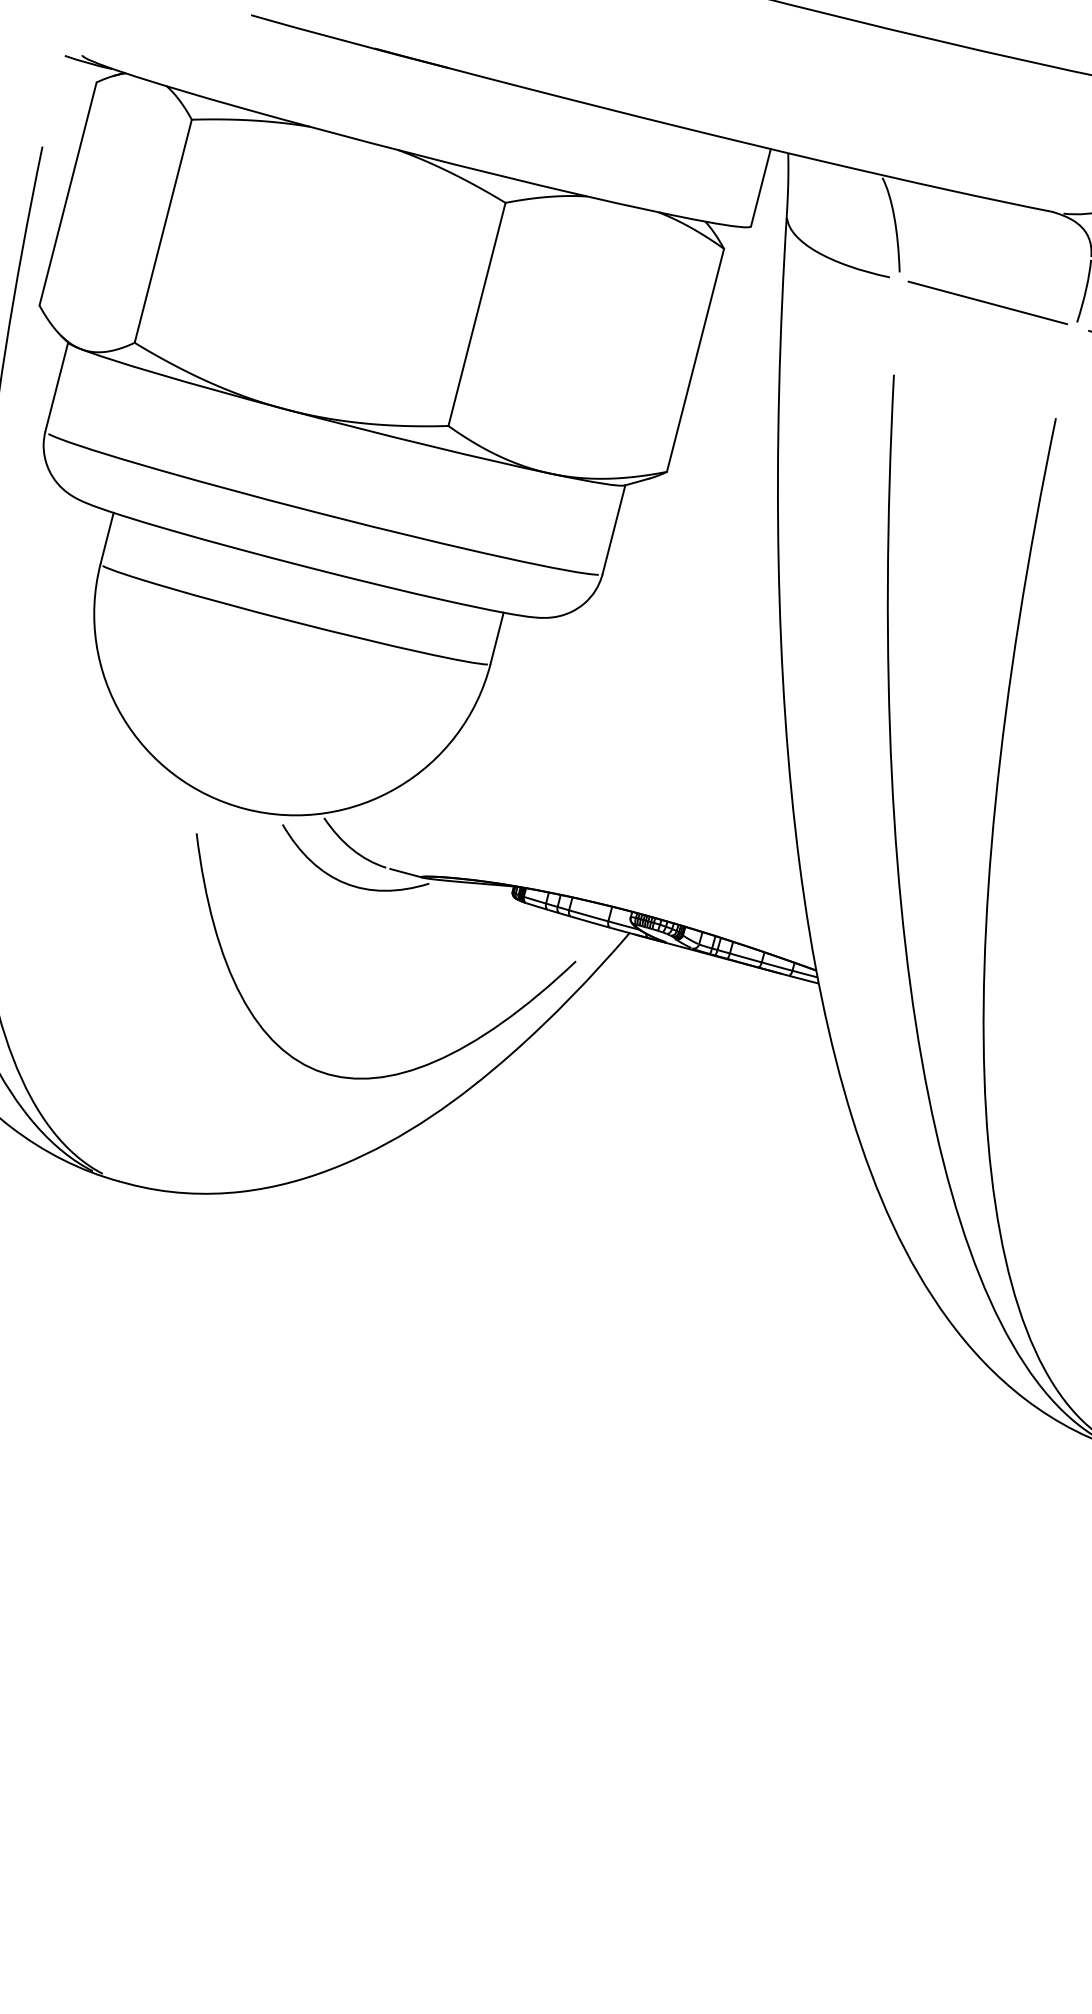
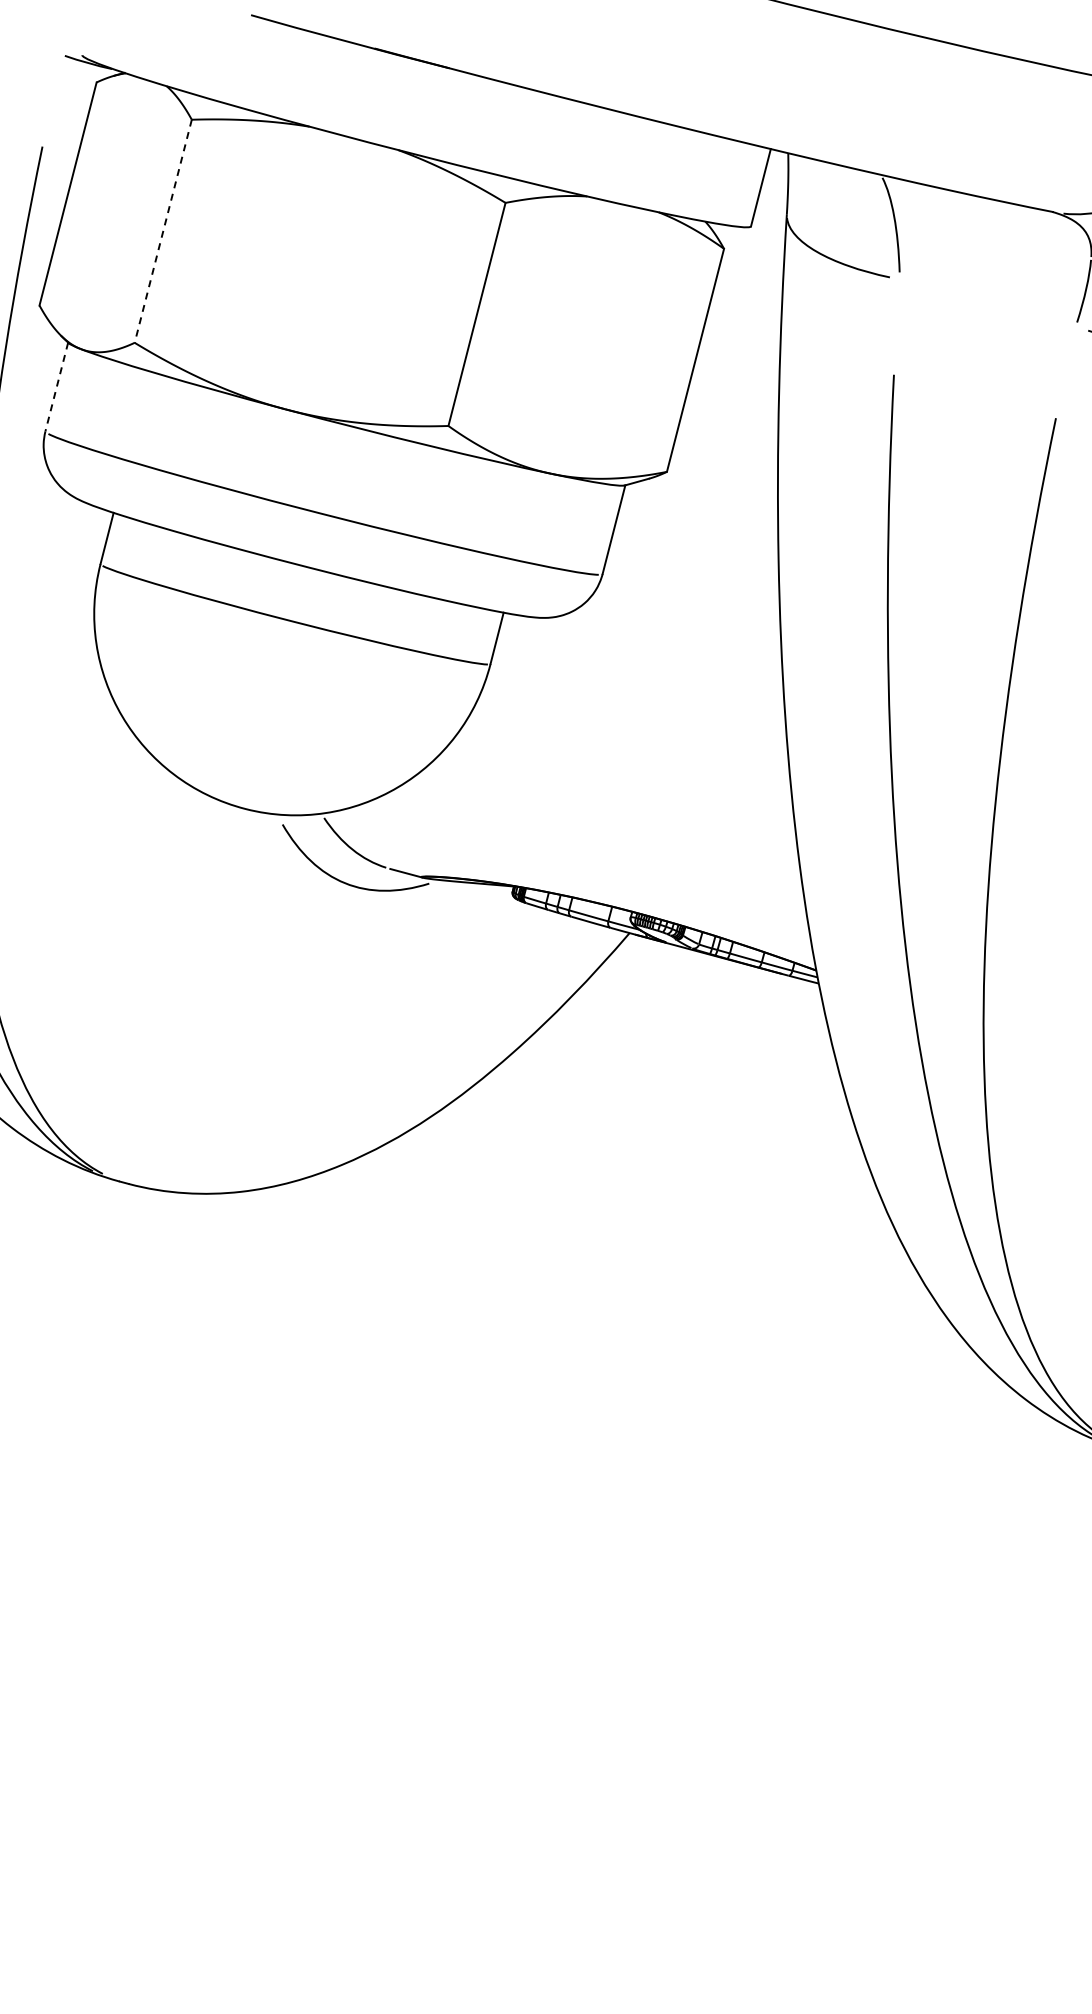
line at (163, 231): solid -> dashed
line at (987, 302): present -> none
line at (56, 387): solid -> dashed
curve at (429, 1062): present -> none
